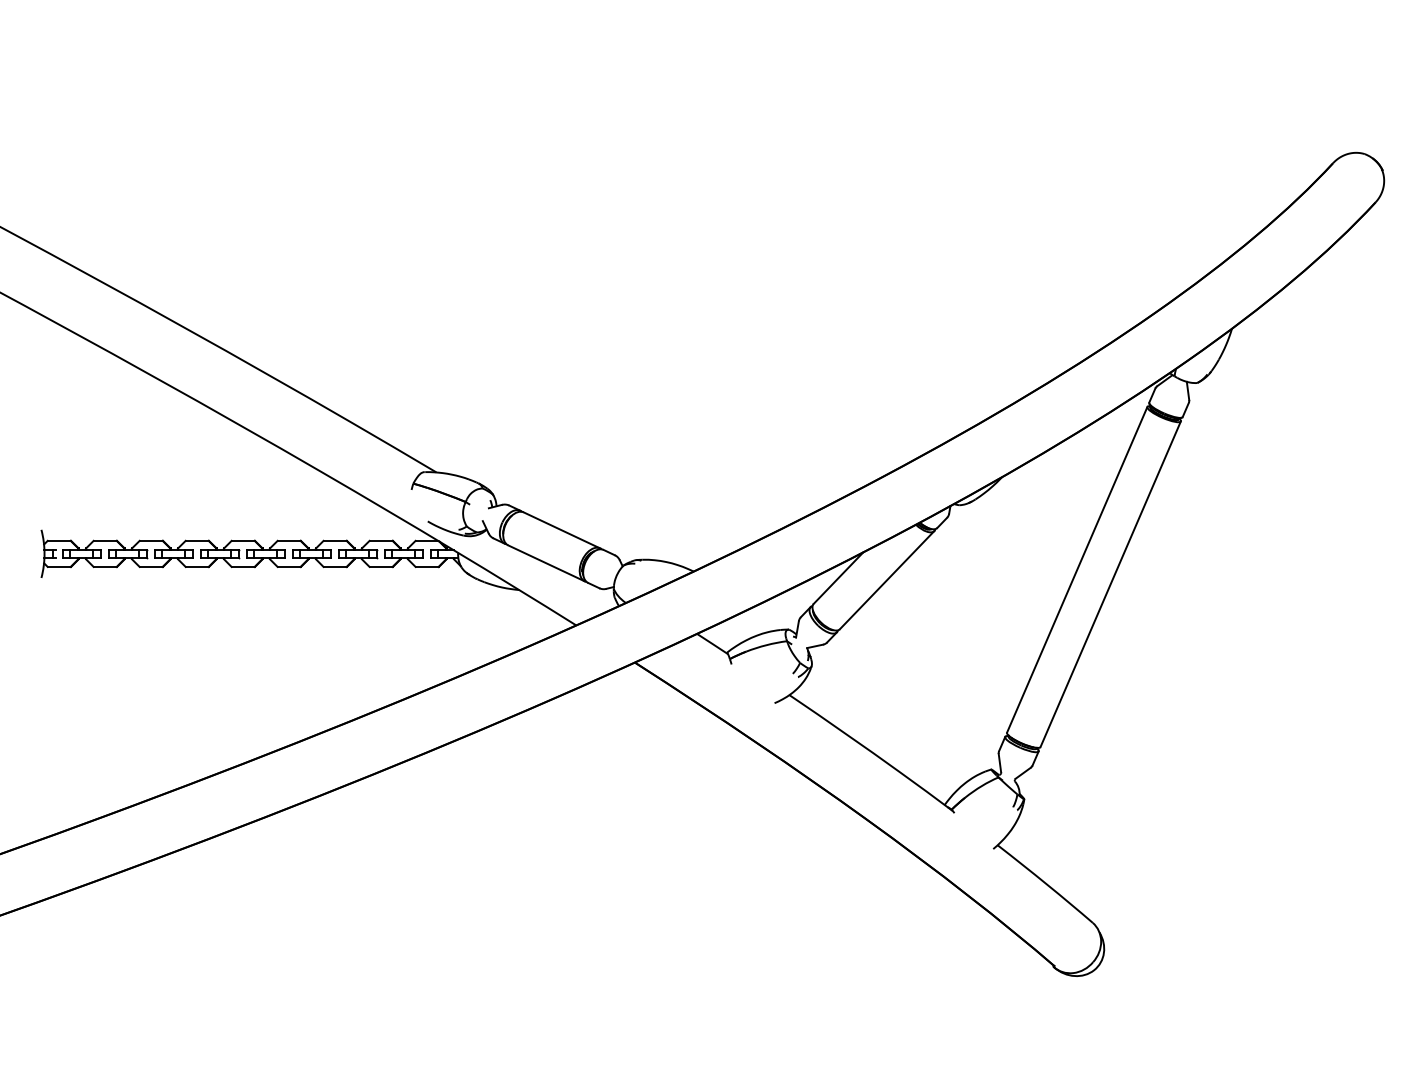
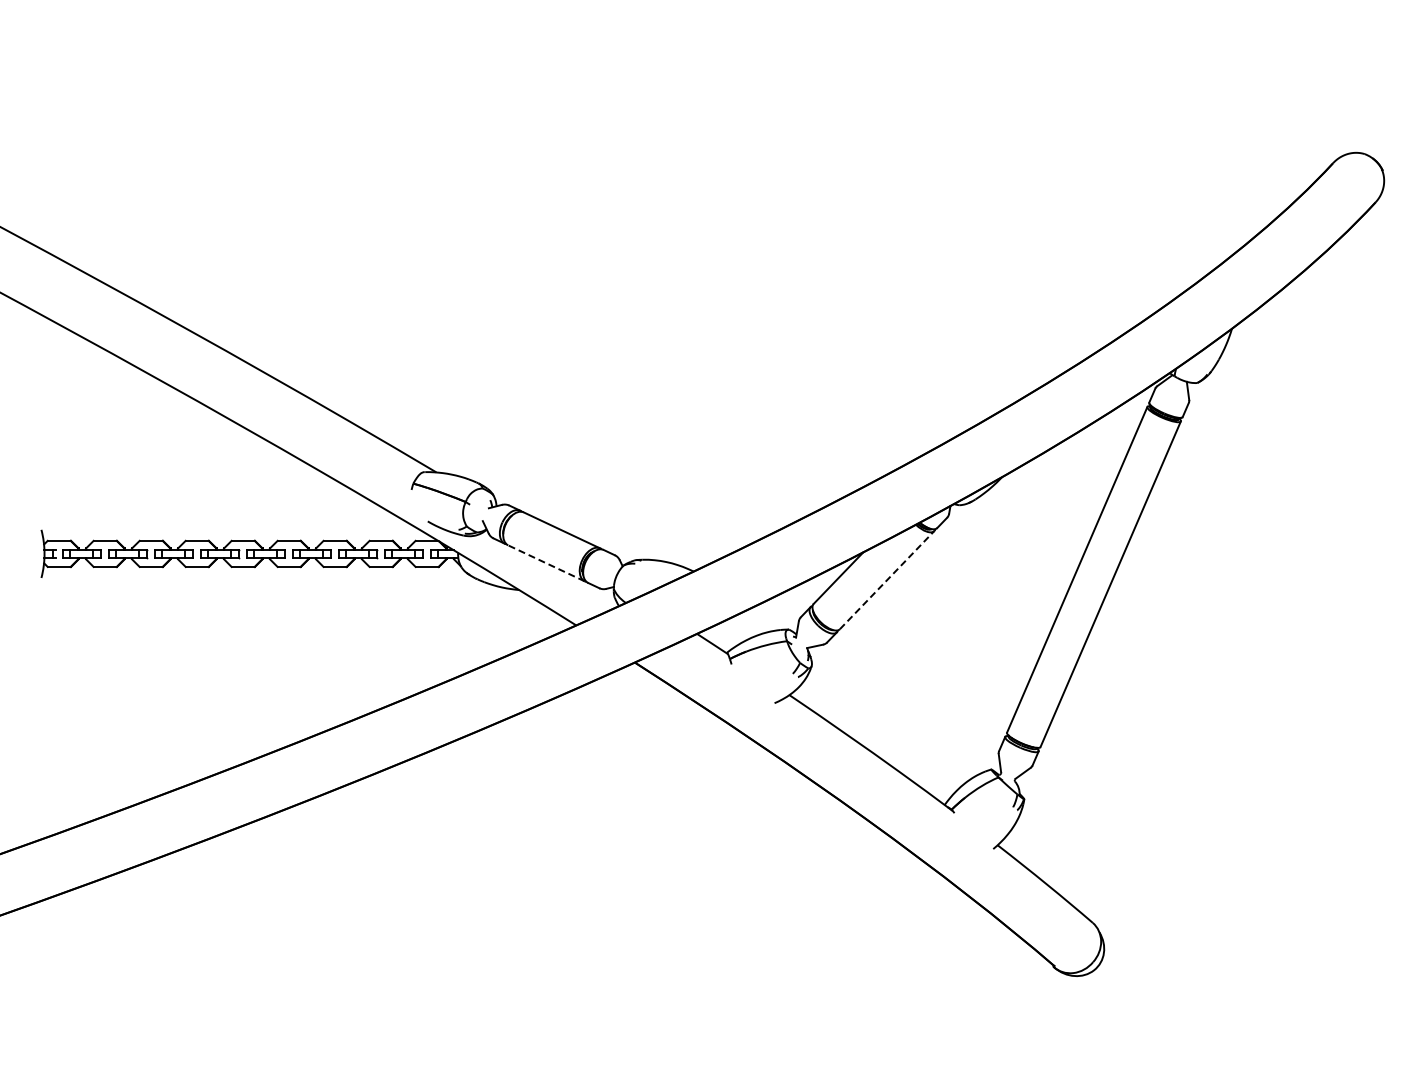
line at (546, 563): solid -> dashed
line at (887, 579): solid -> dashed
